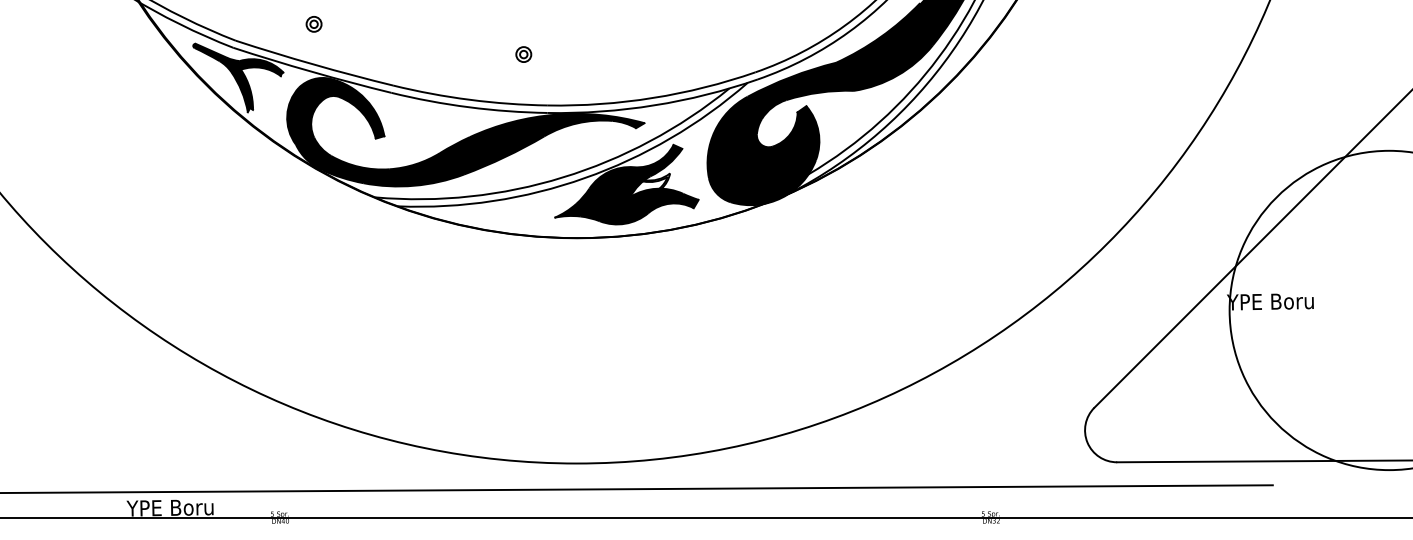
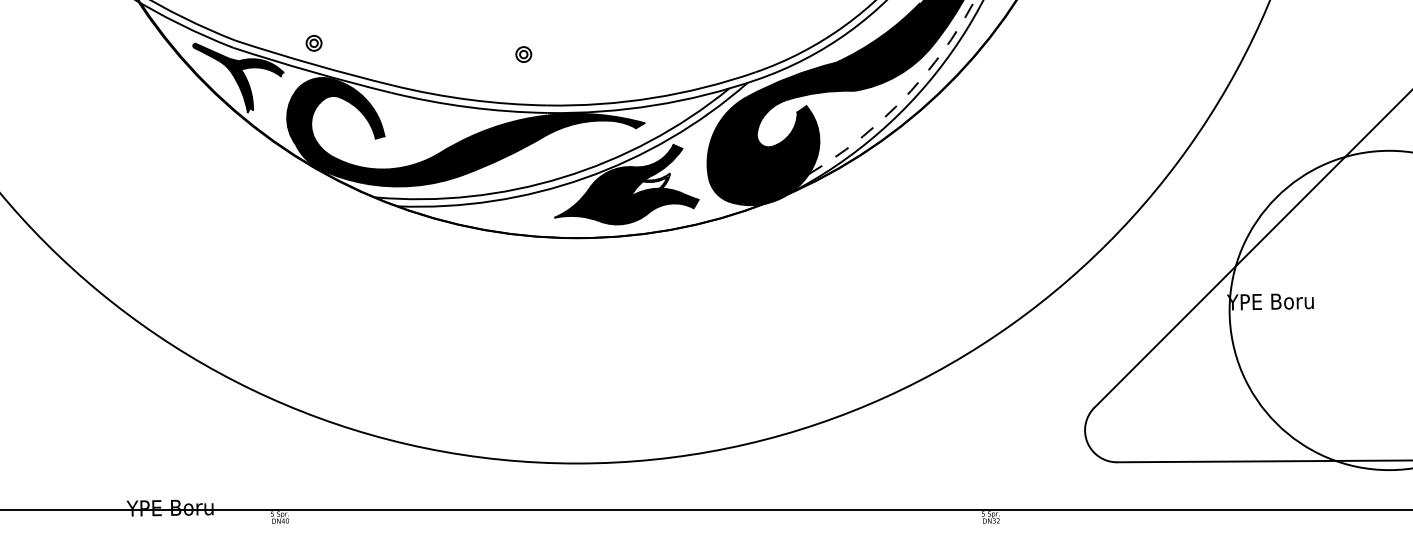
part at (313, 24) position: (313, 24) -> (313, 43)
arc at (902, 100): solid -> dashed
line at (637, 489): present -> none
line at (705, 517) position: (705, 517) -> (705, 509)
